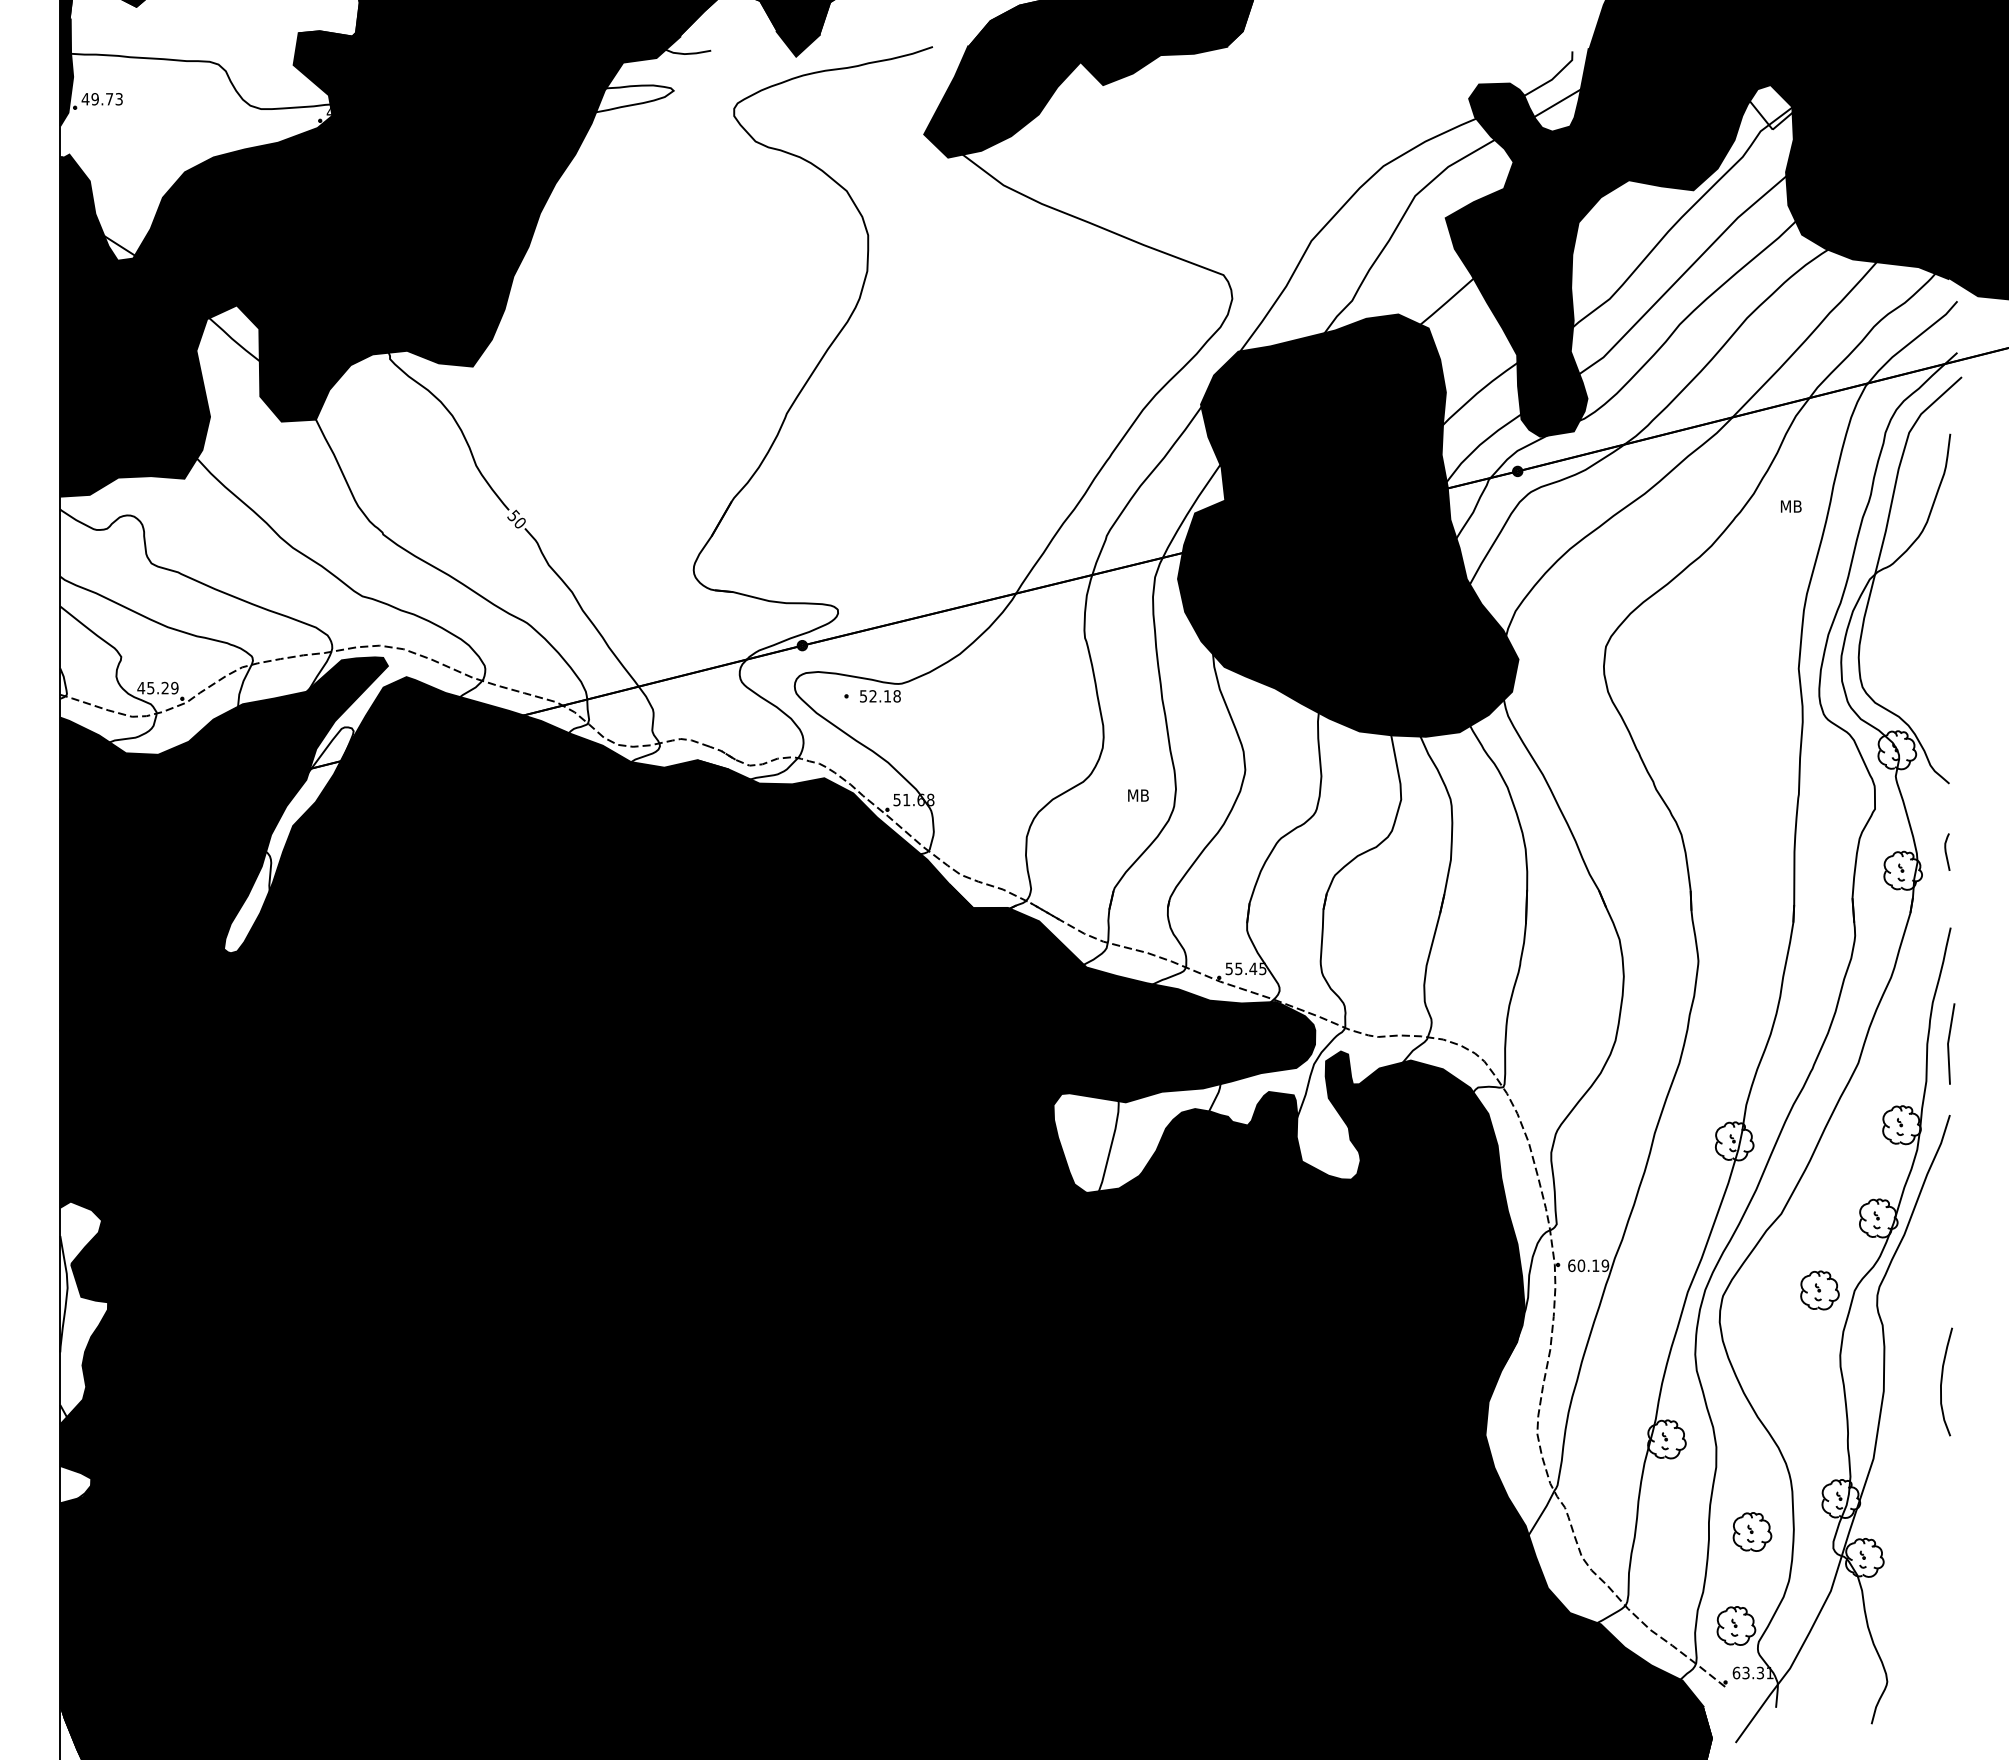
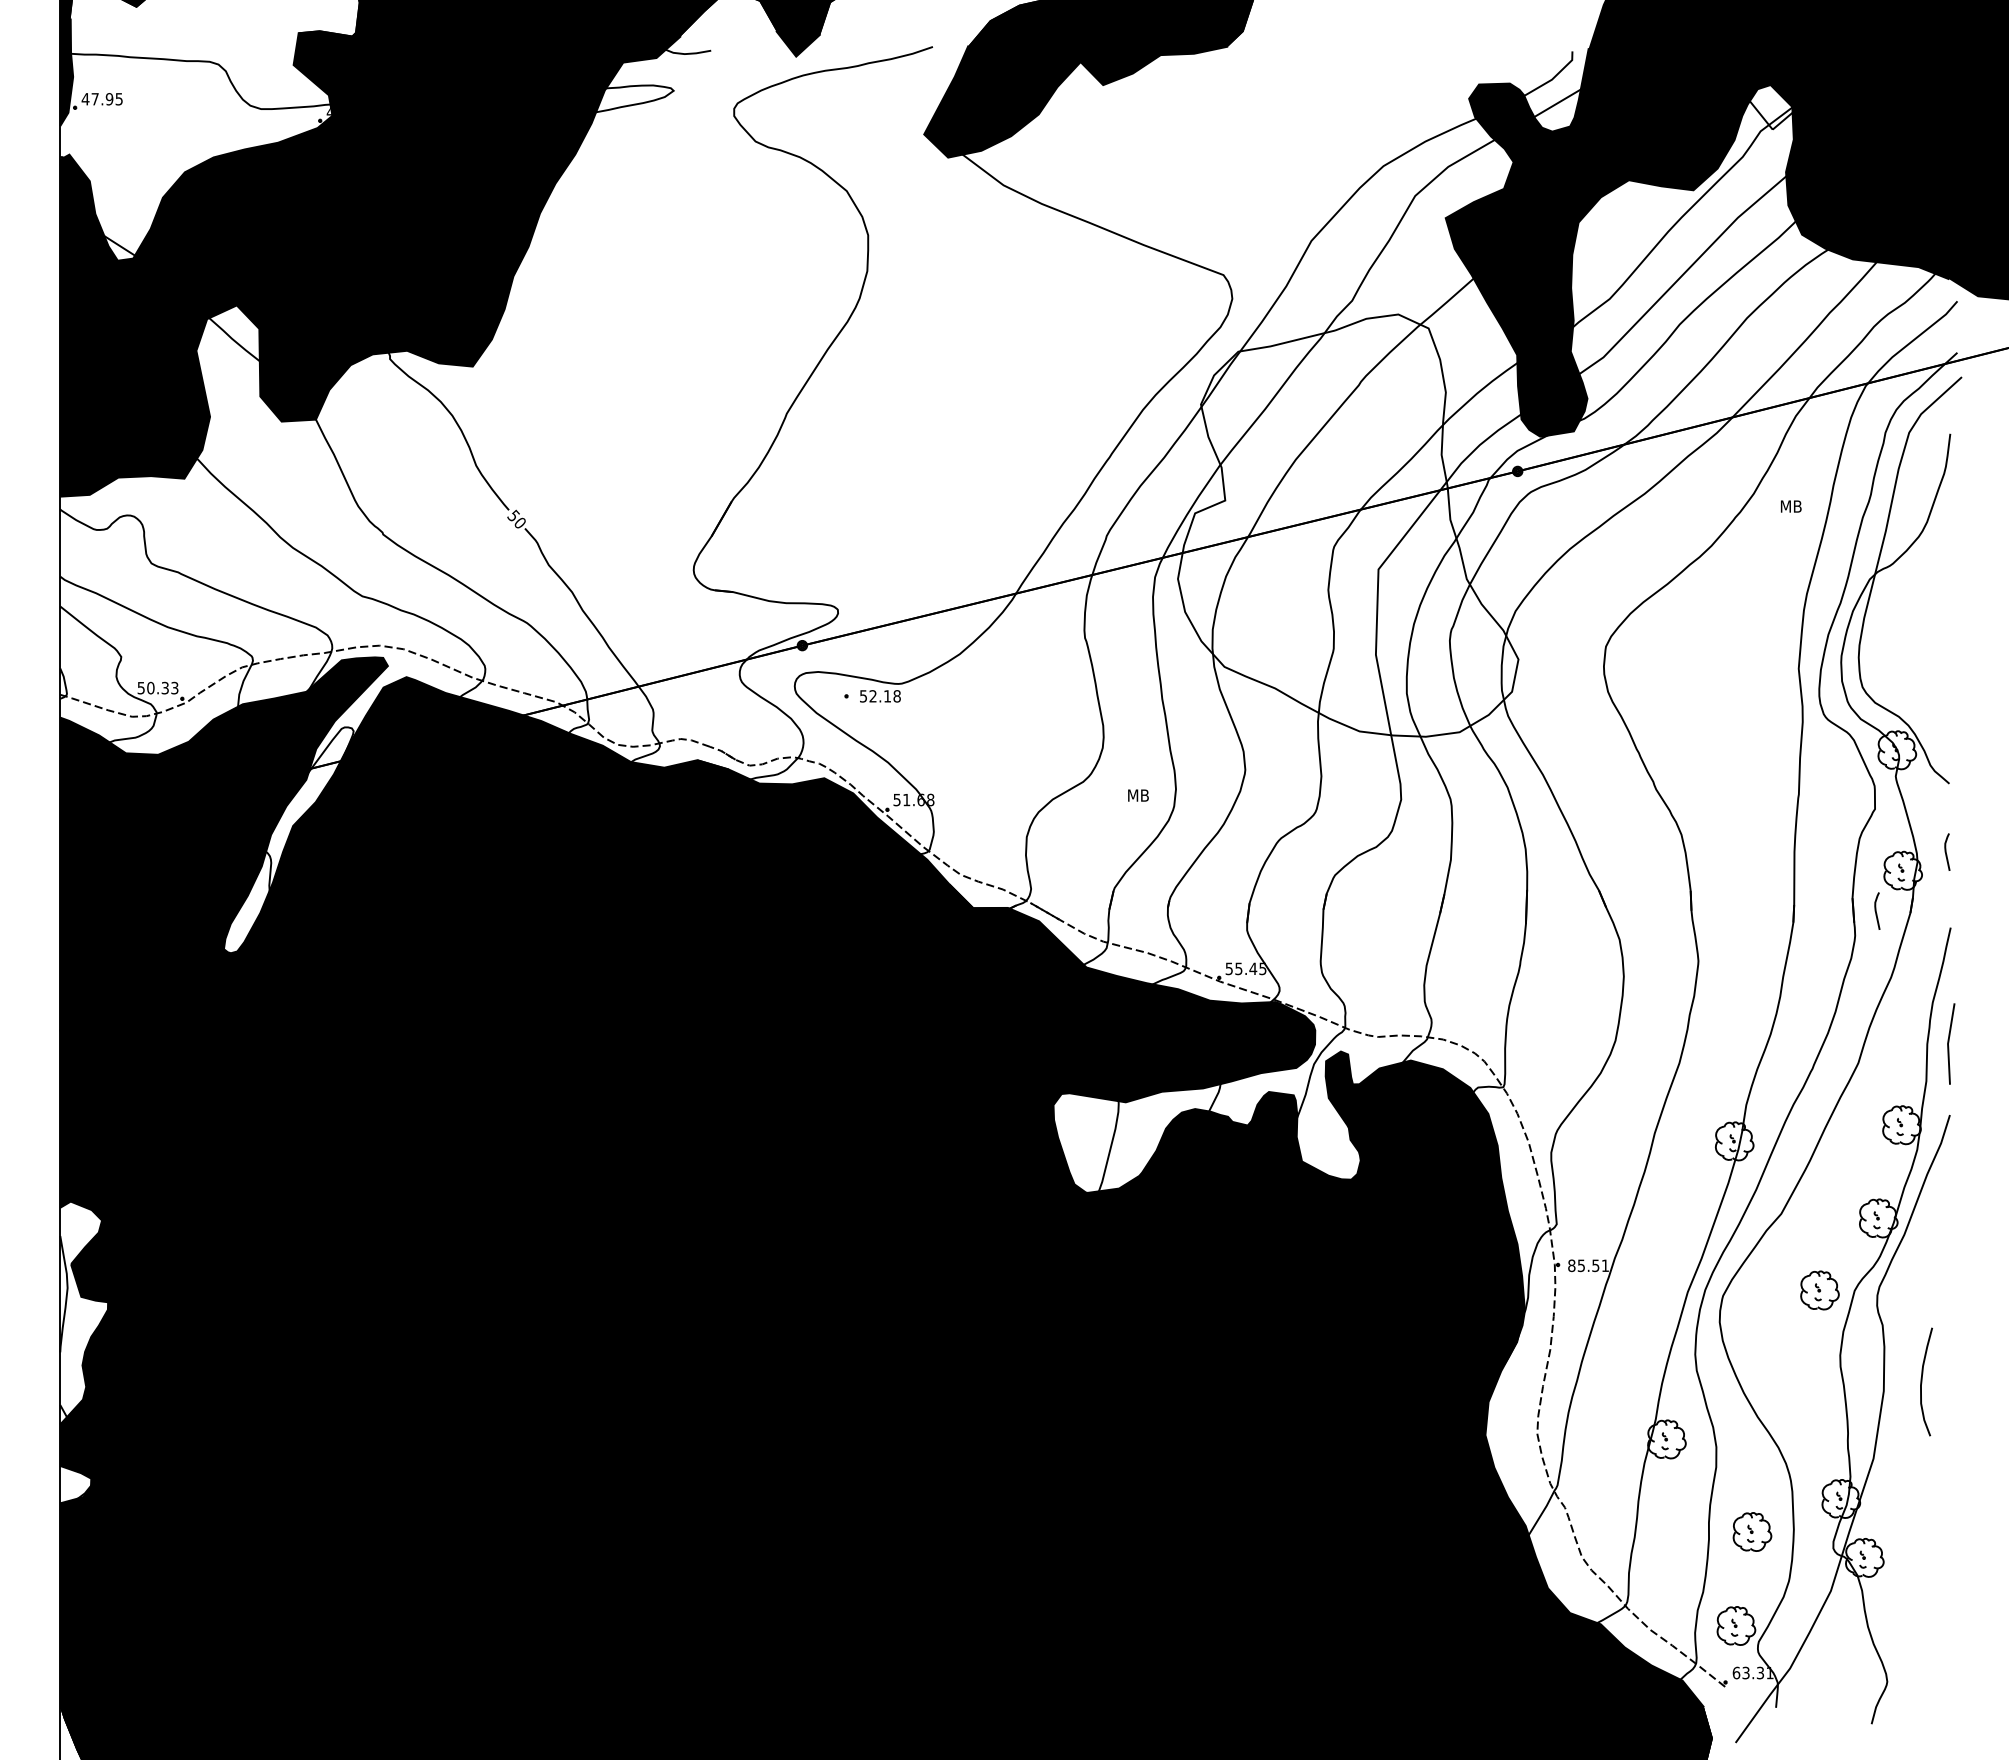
text at (106, 99): 49.73 -> 47.95
fill at (1347, 525): present -> none
text at (157, 687): 45.29 -> 50.33
curve at (1876, 910): none -> present
text at (1588, 1265): 60.19 -> 85.51
curve at (1942, 1381) position: (1942, 1381) -> (1922, 1381)
